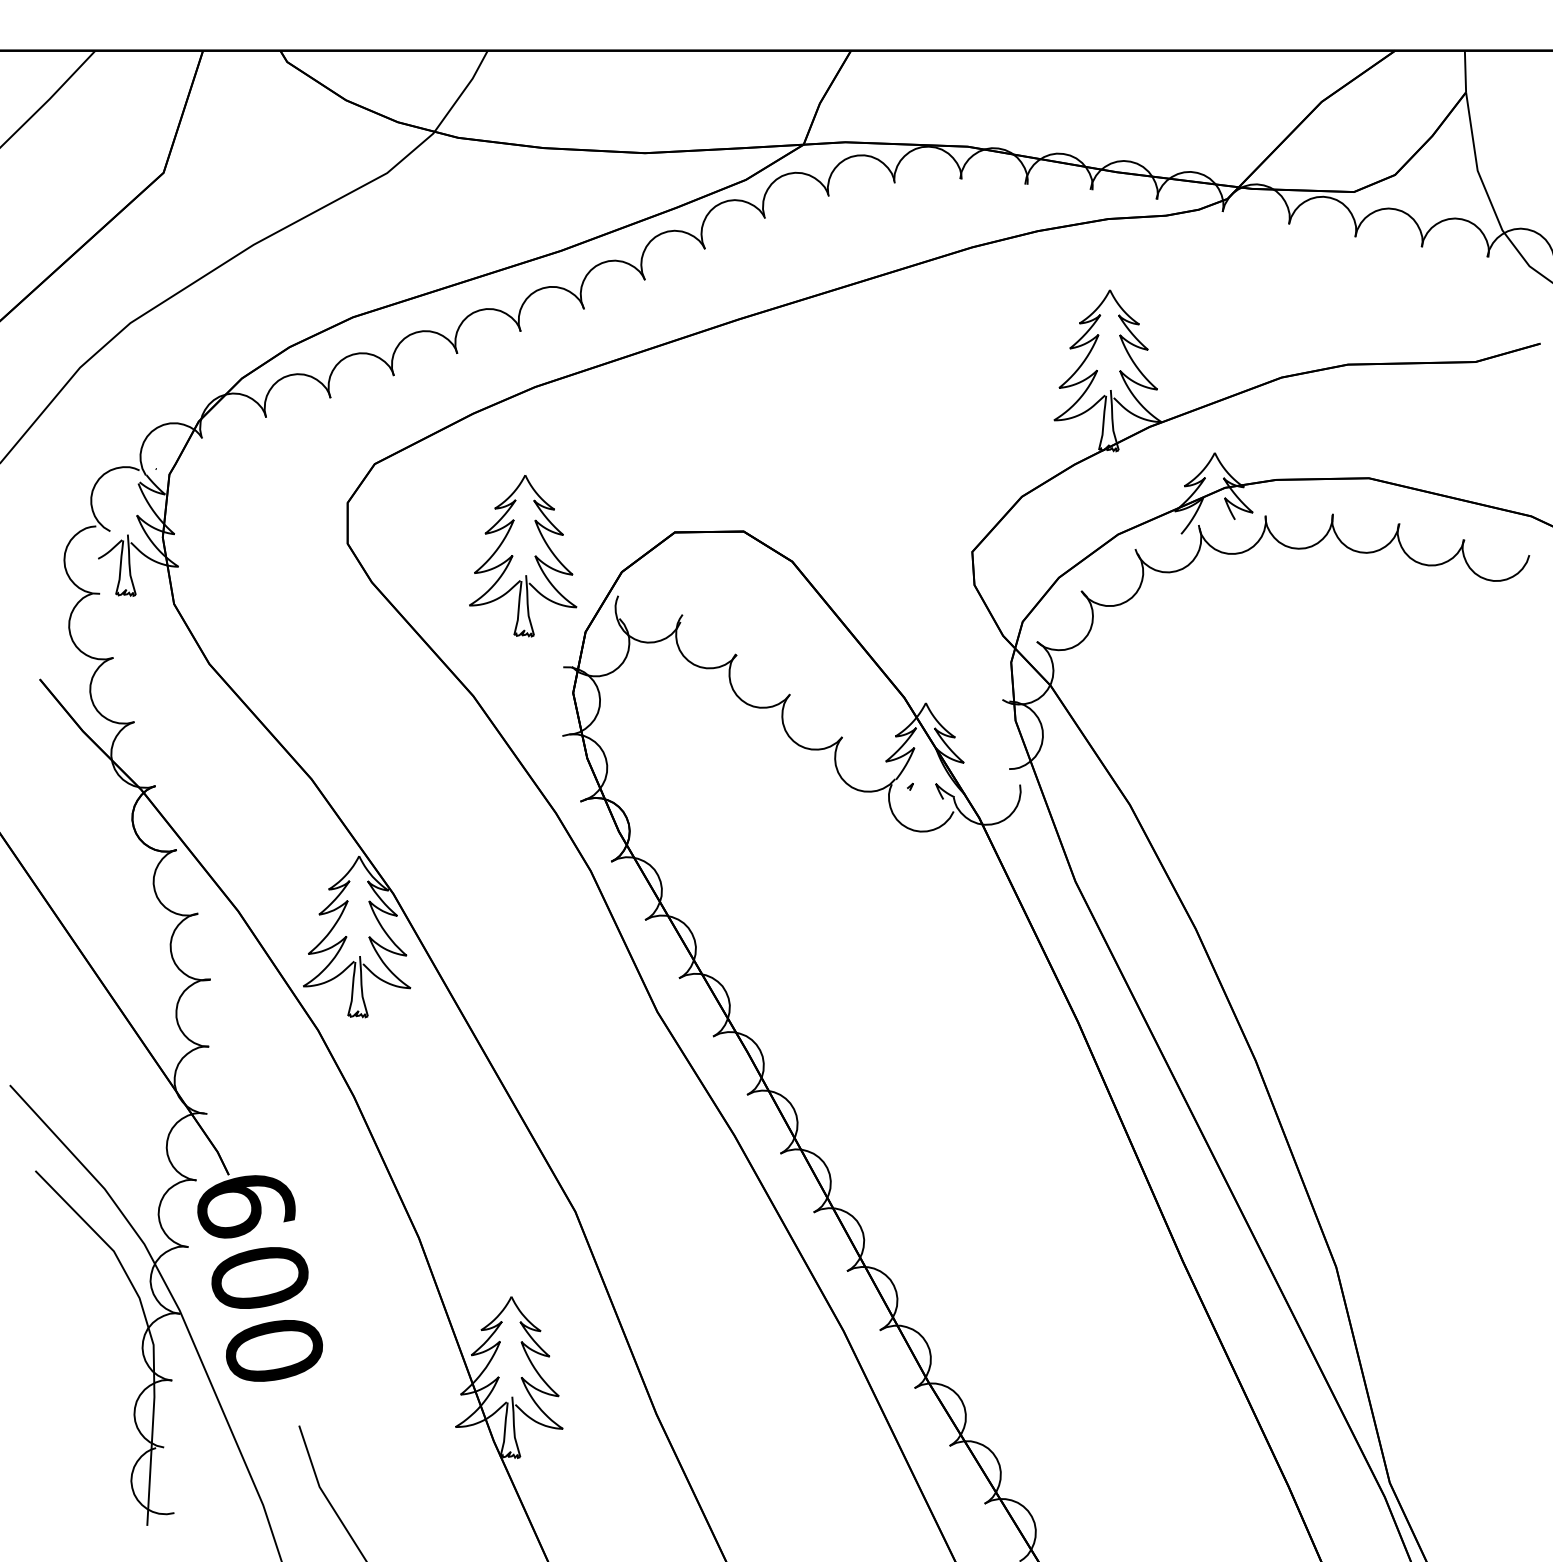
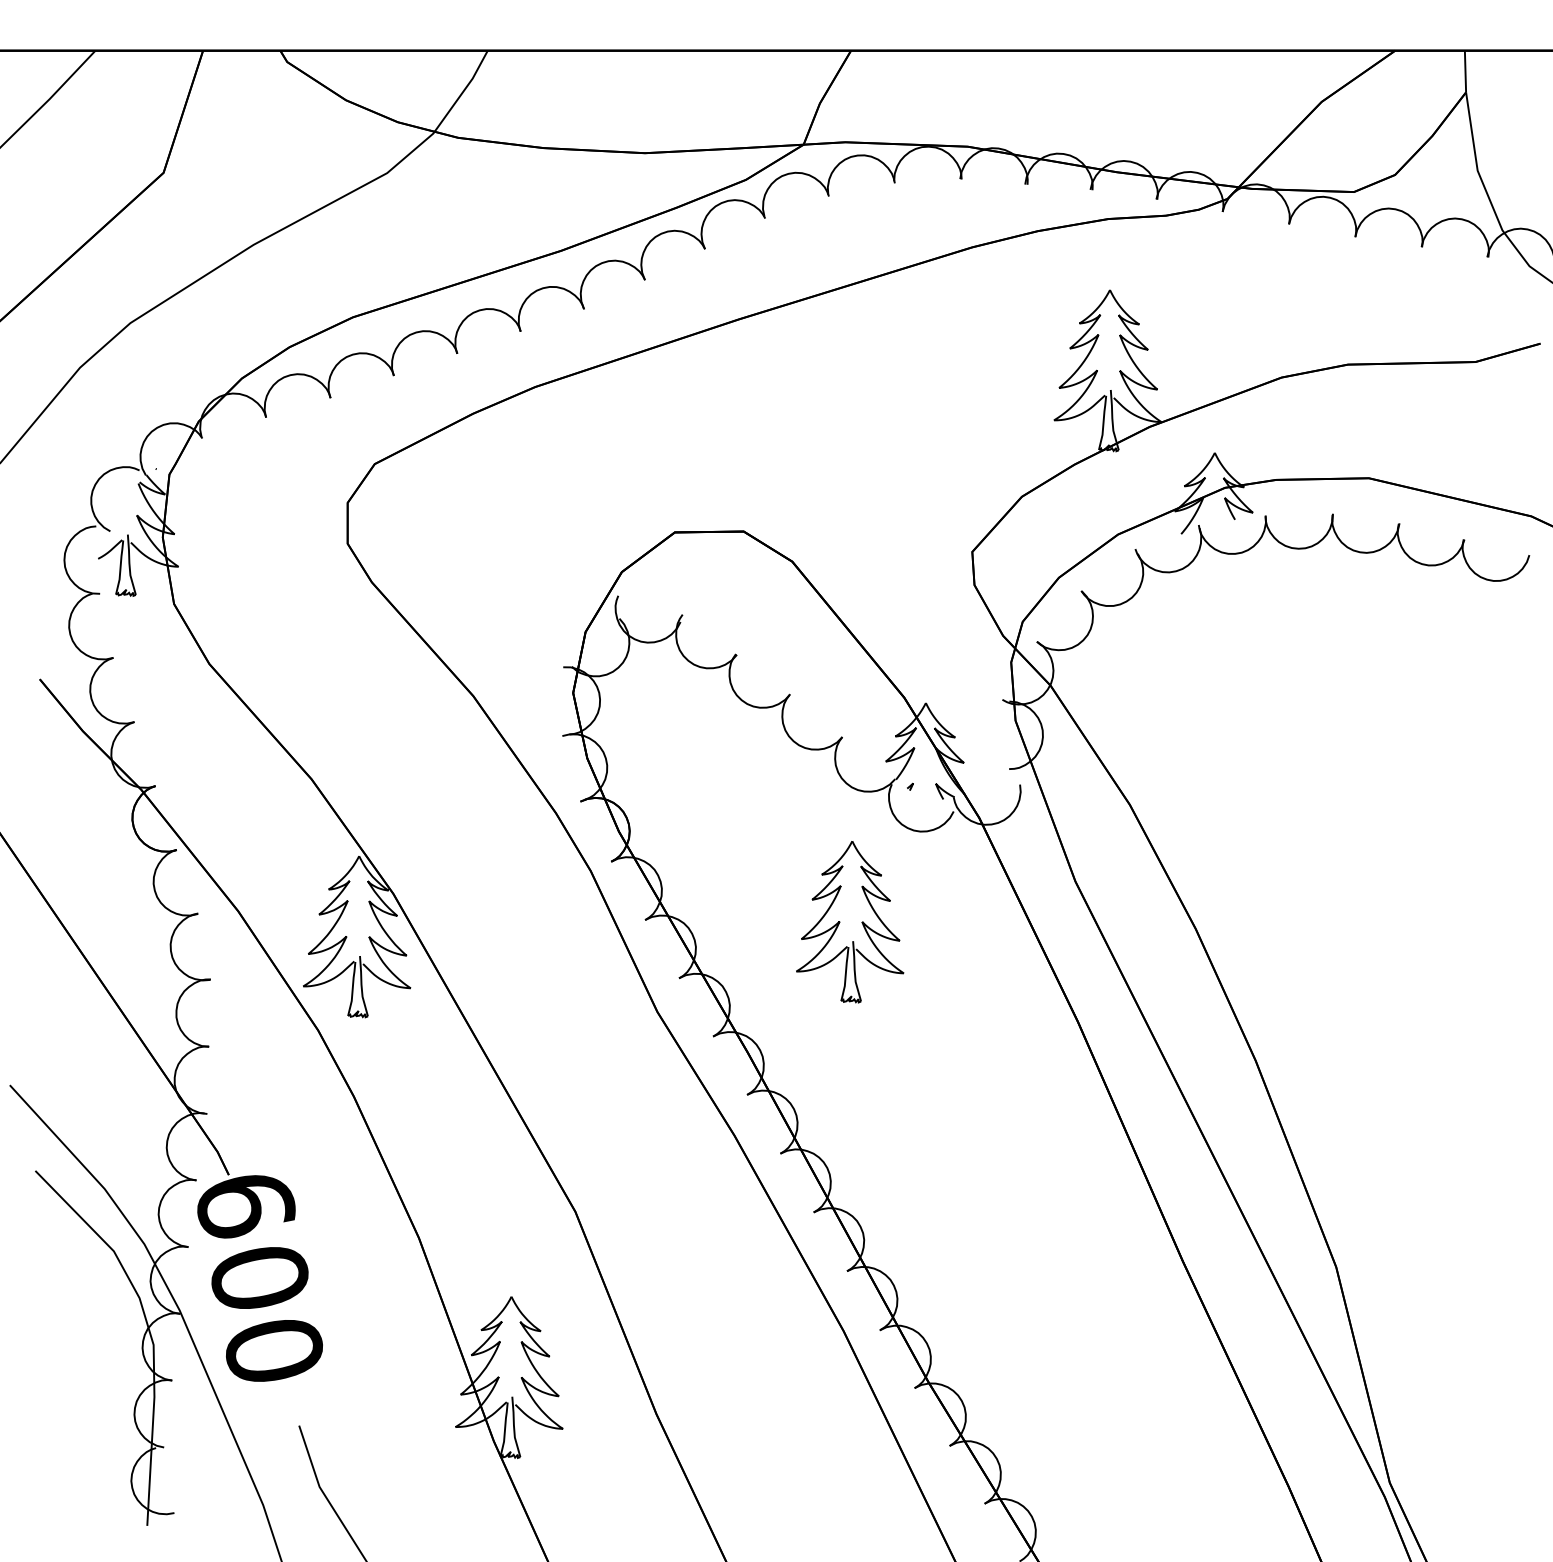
part at (523, 556) position: (523, 556) -> (850, 922)
